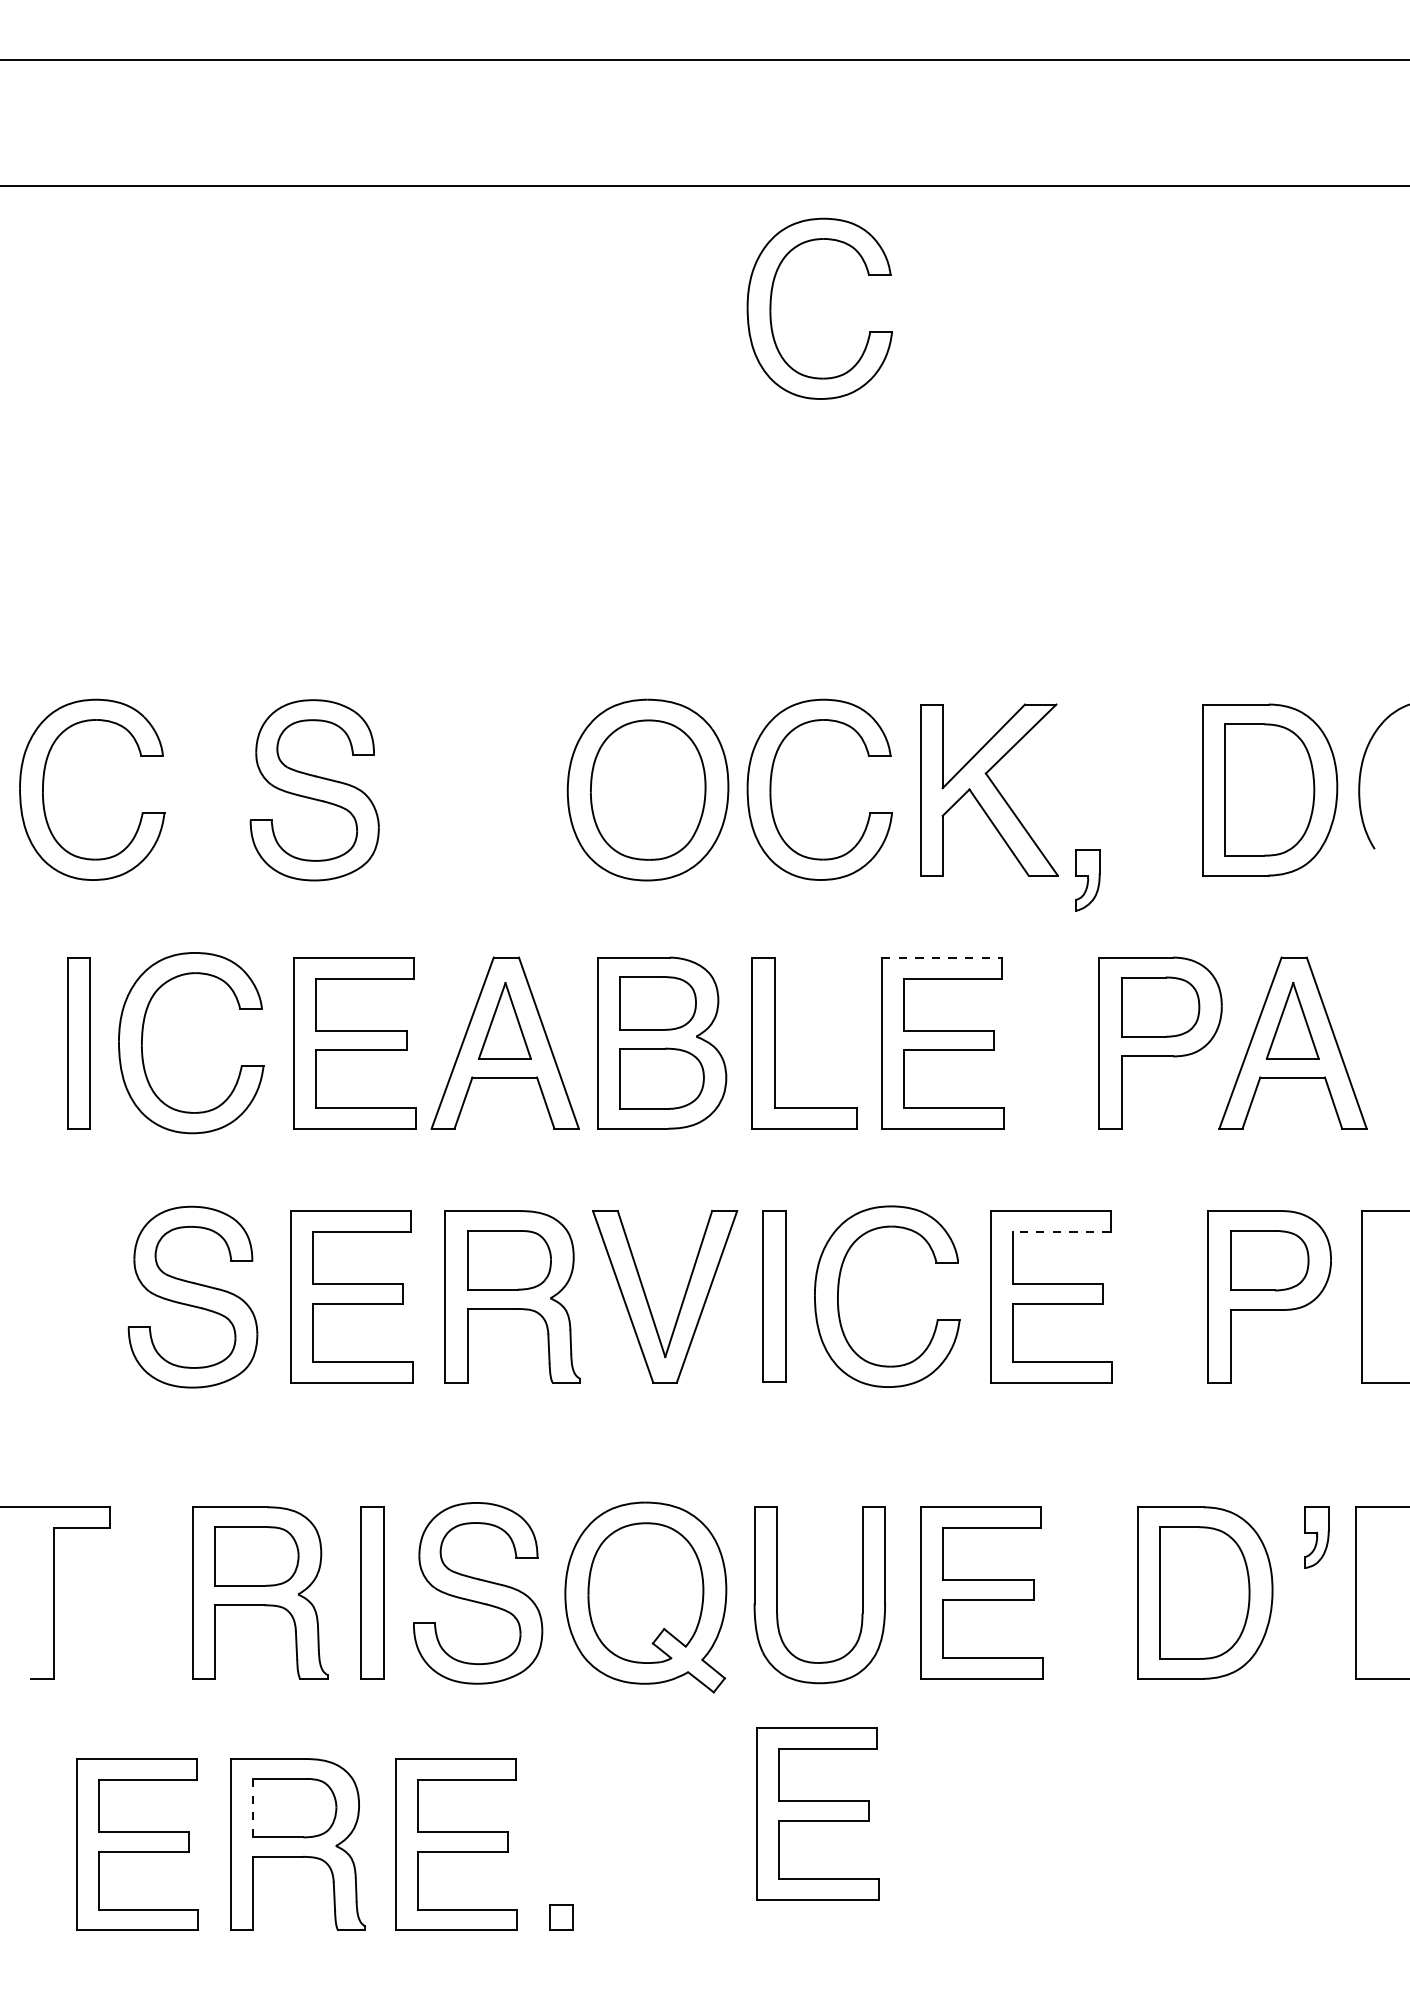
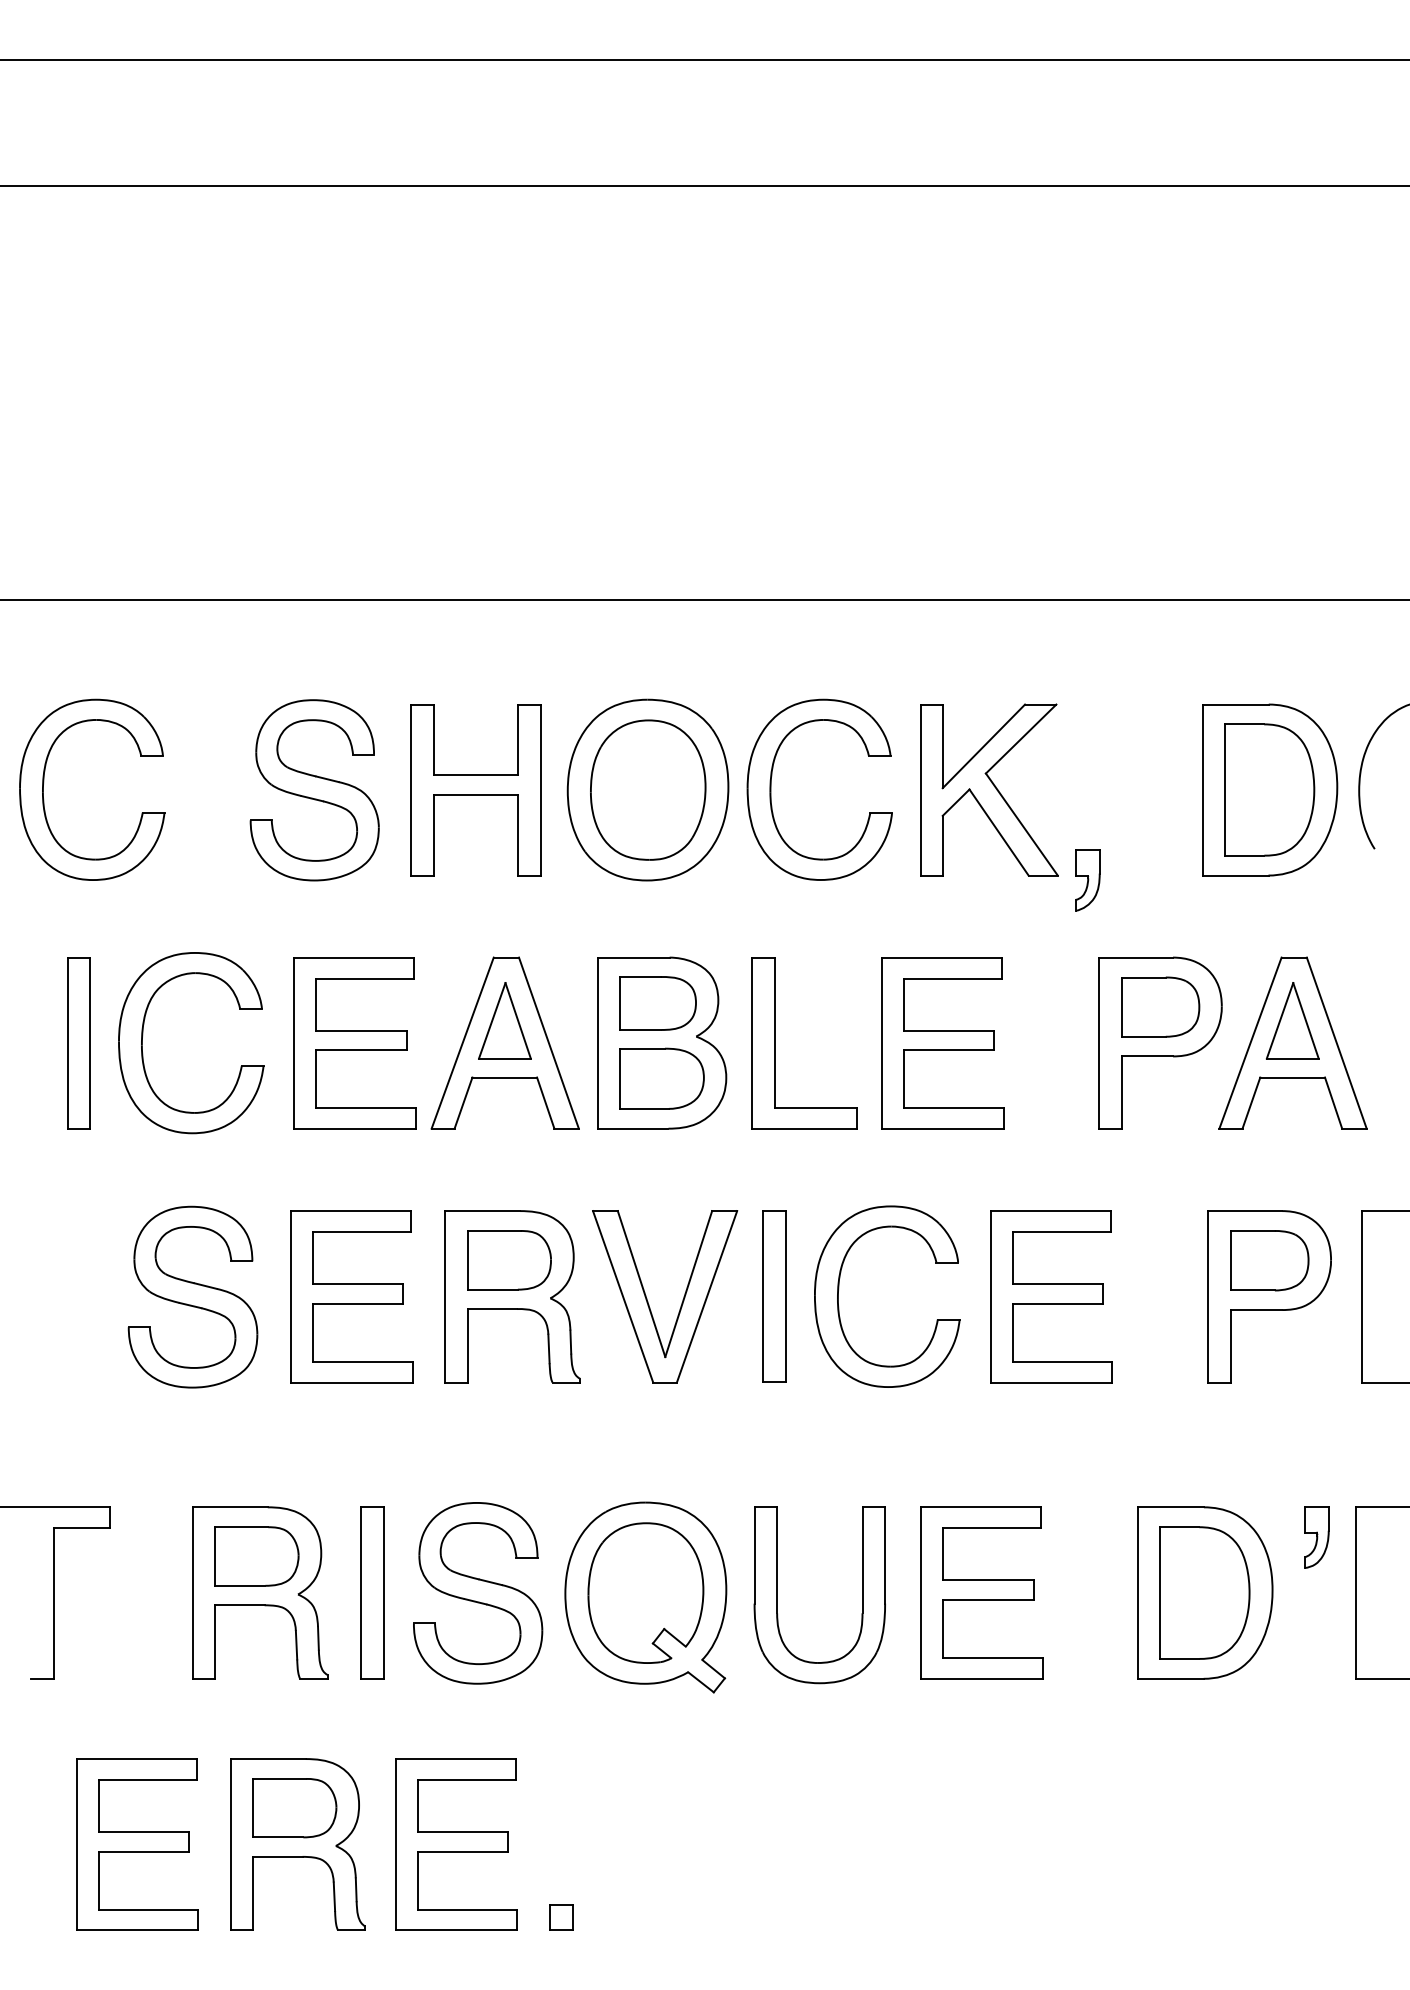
part at (771, 308): present -> none
line at (704, 600): none -> present
part at (475, 790): none -> present
line at (941, 957): dashed -> solid
line at (1061, 1232): dashed -> solid
line at (253, 1808): dashed -> solid
part at (817, 1813): present -> none
